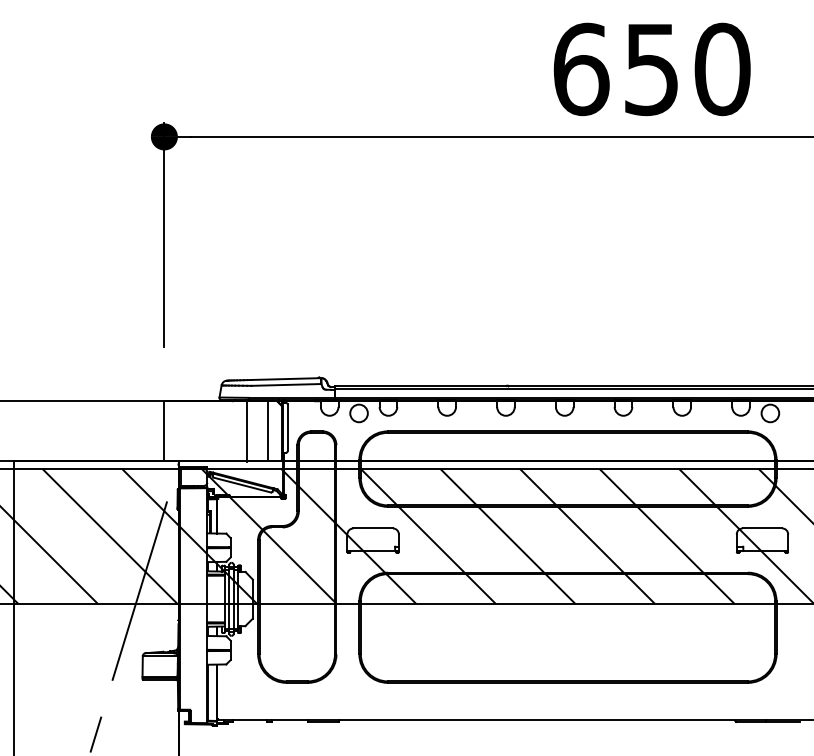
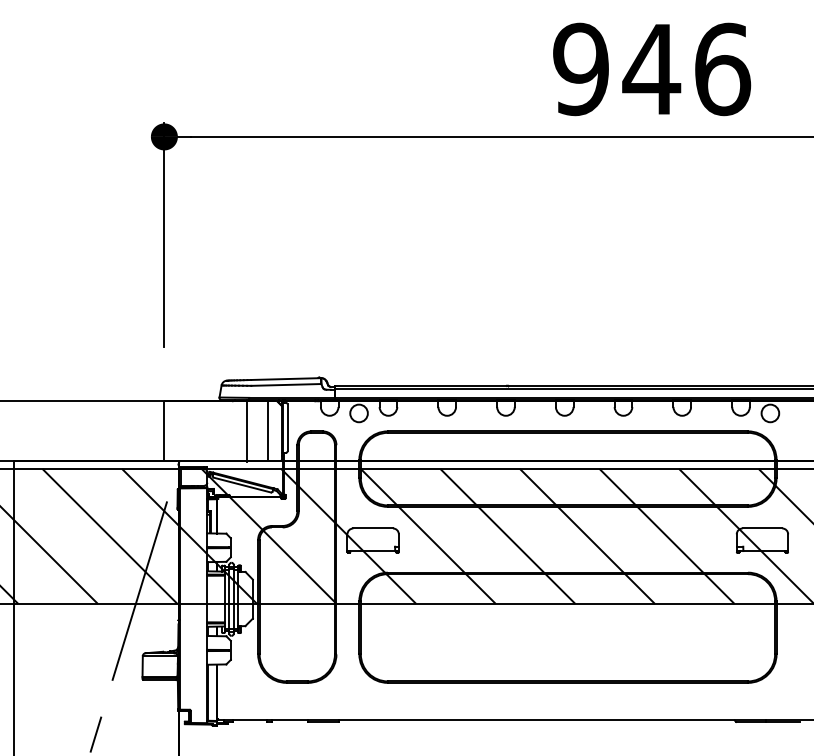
text at (652, 69): 650 -> 946
